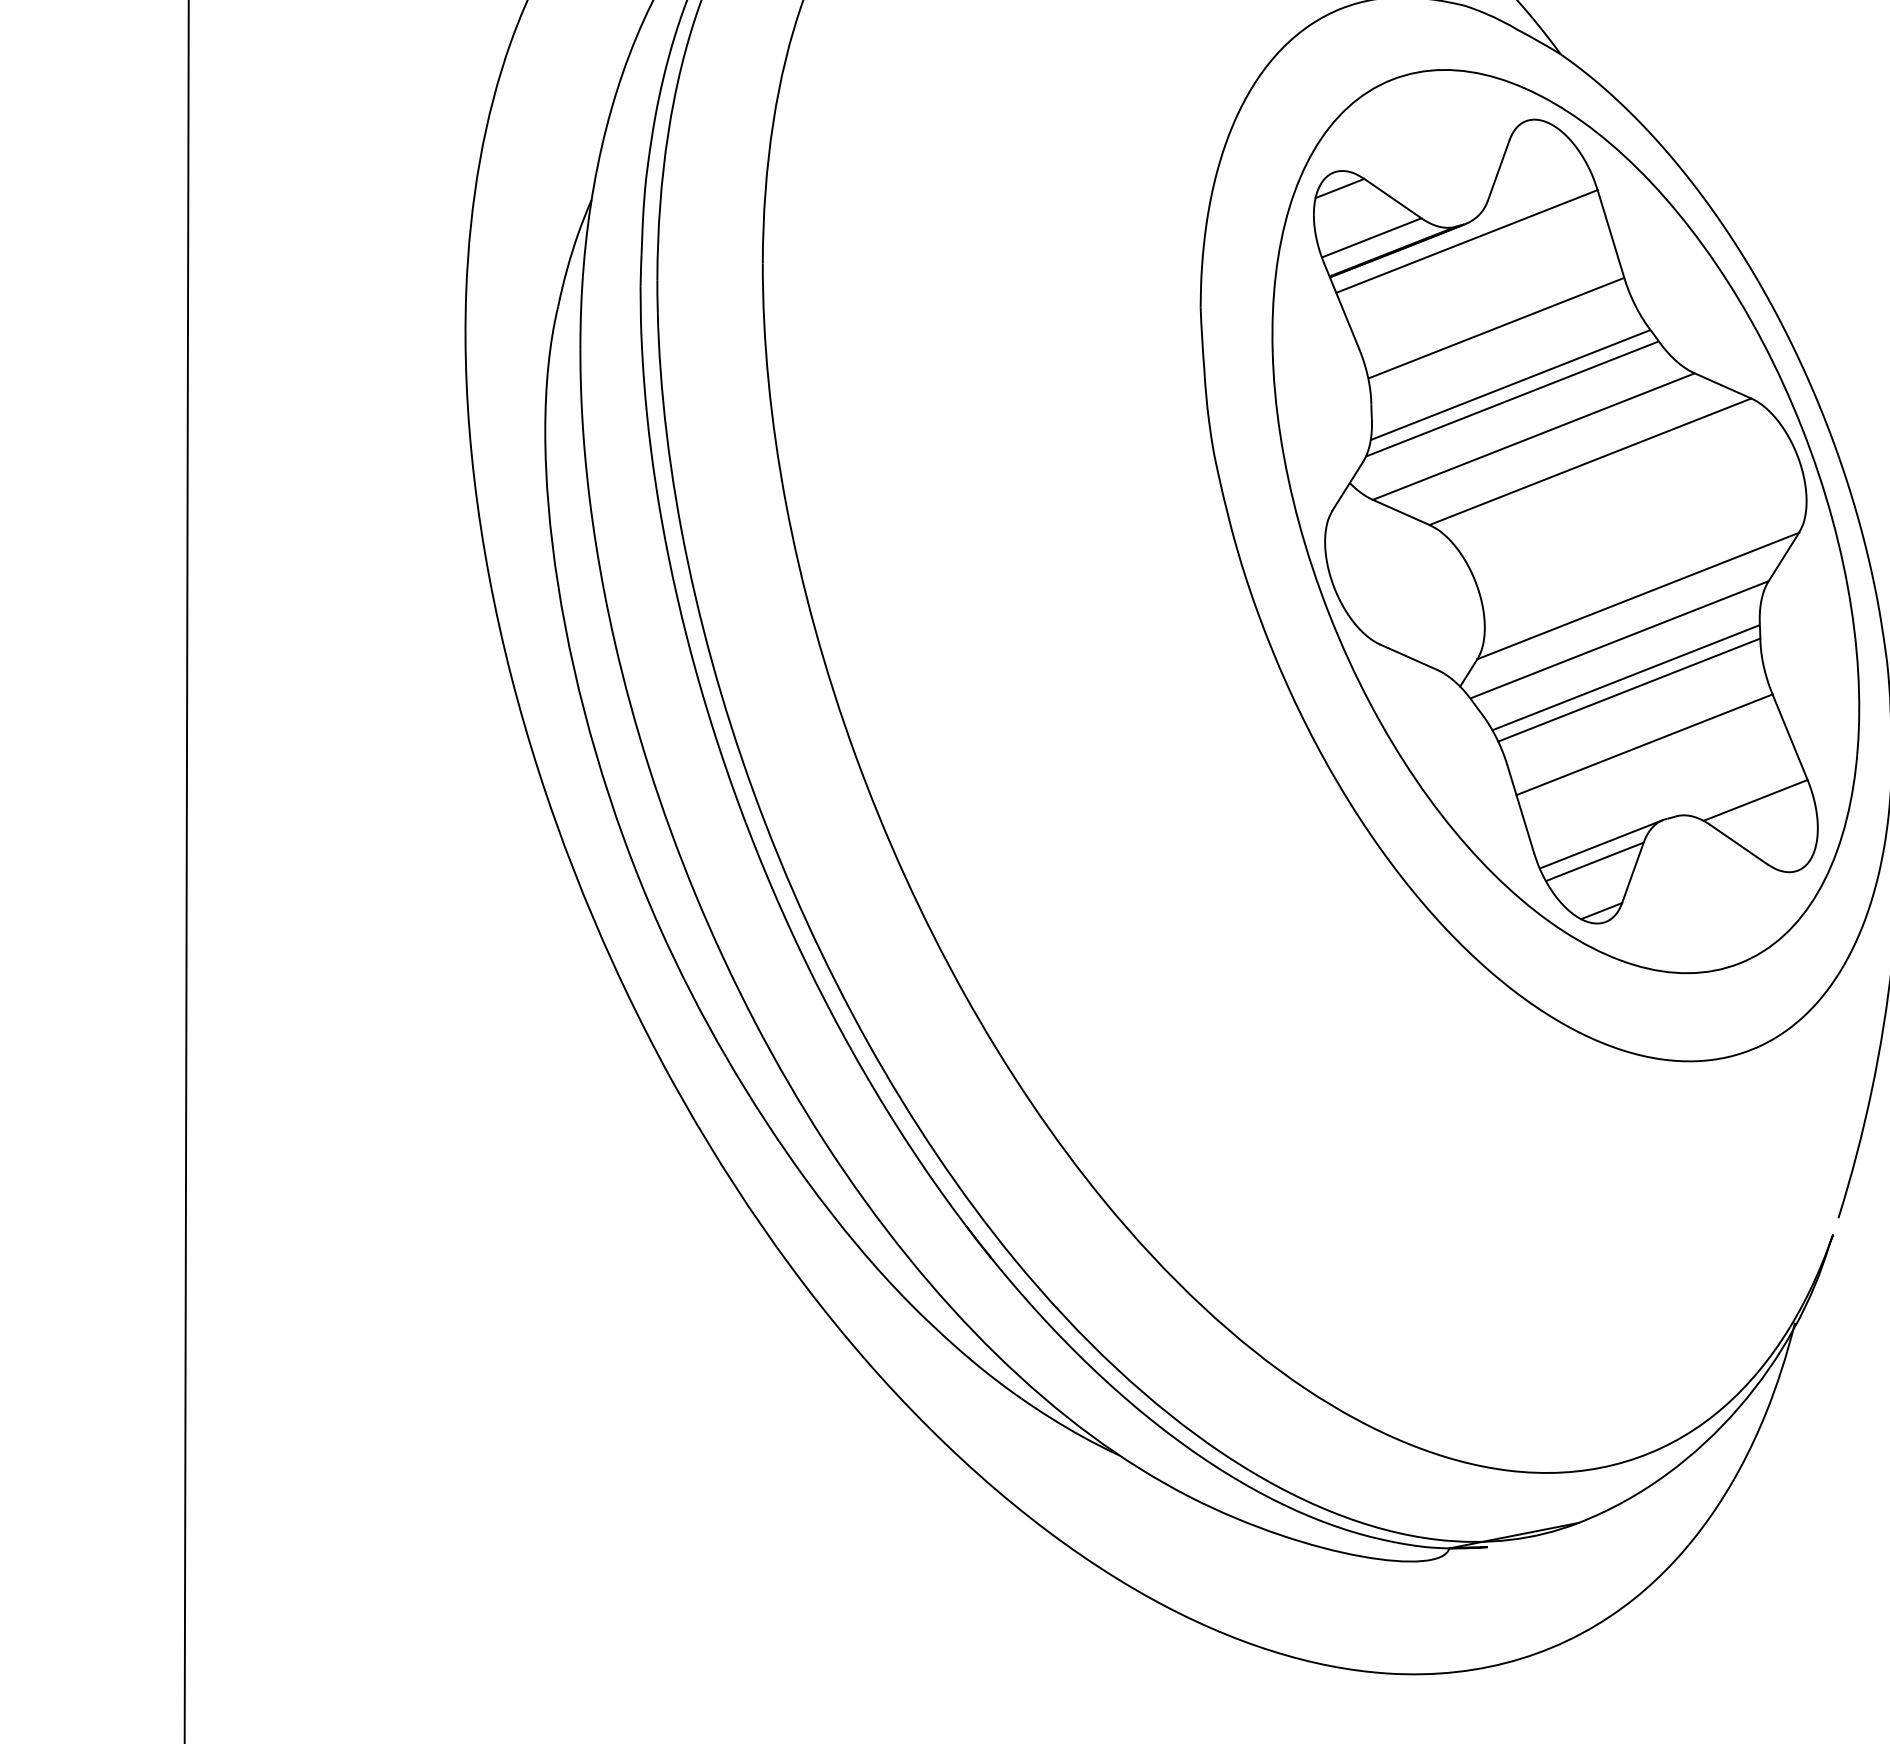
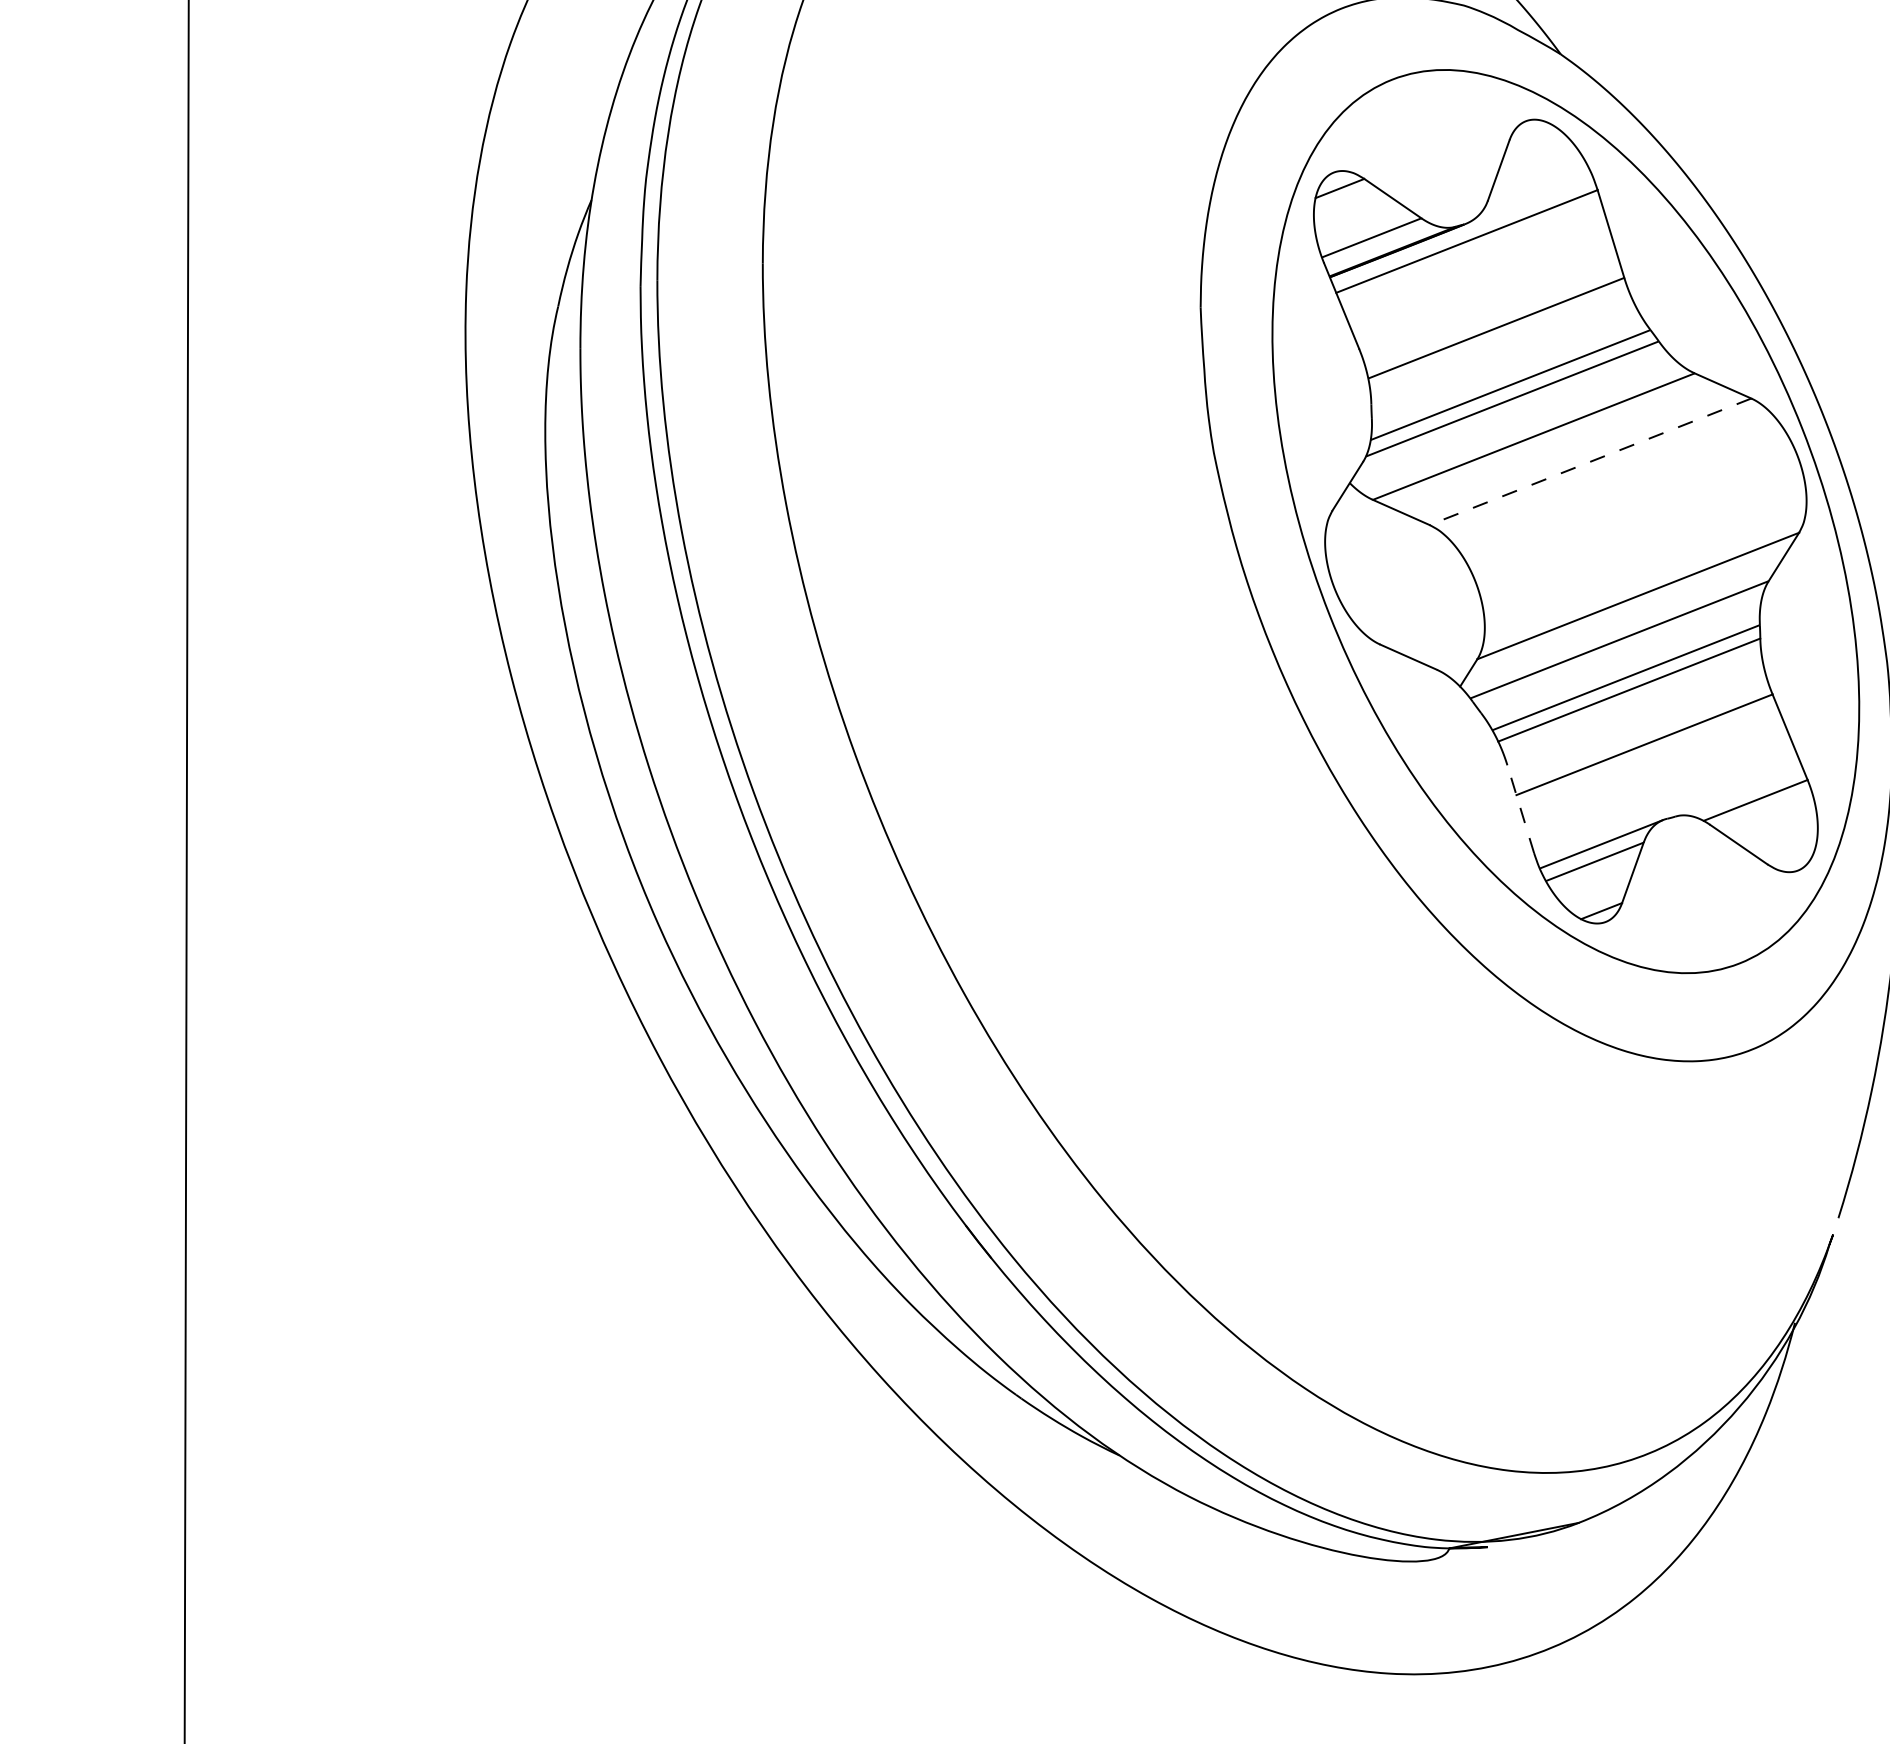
line at (1590, 461): solid -> dashed
line at (1520, 809): solid -> dashed
